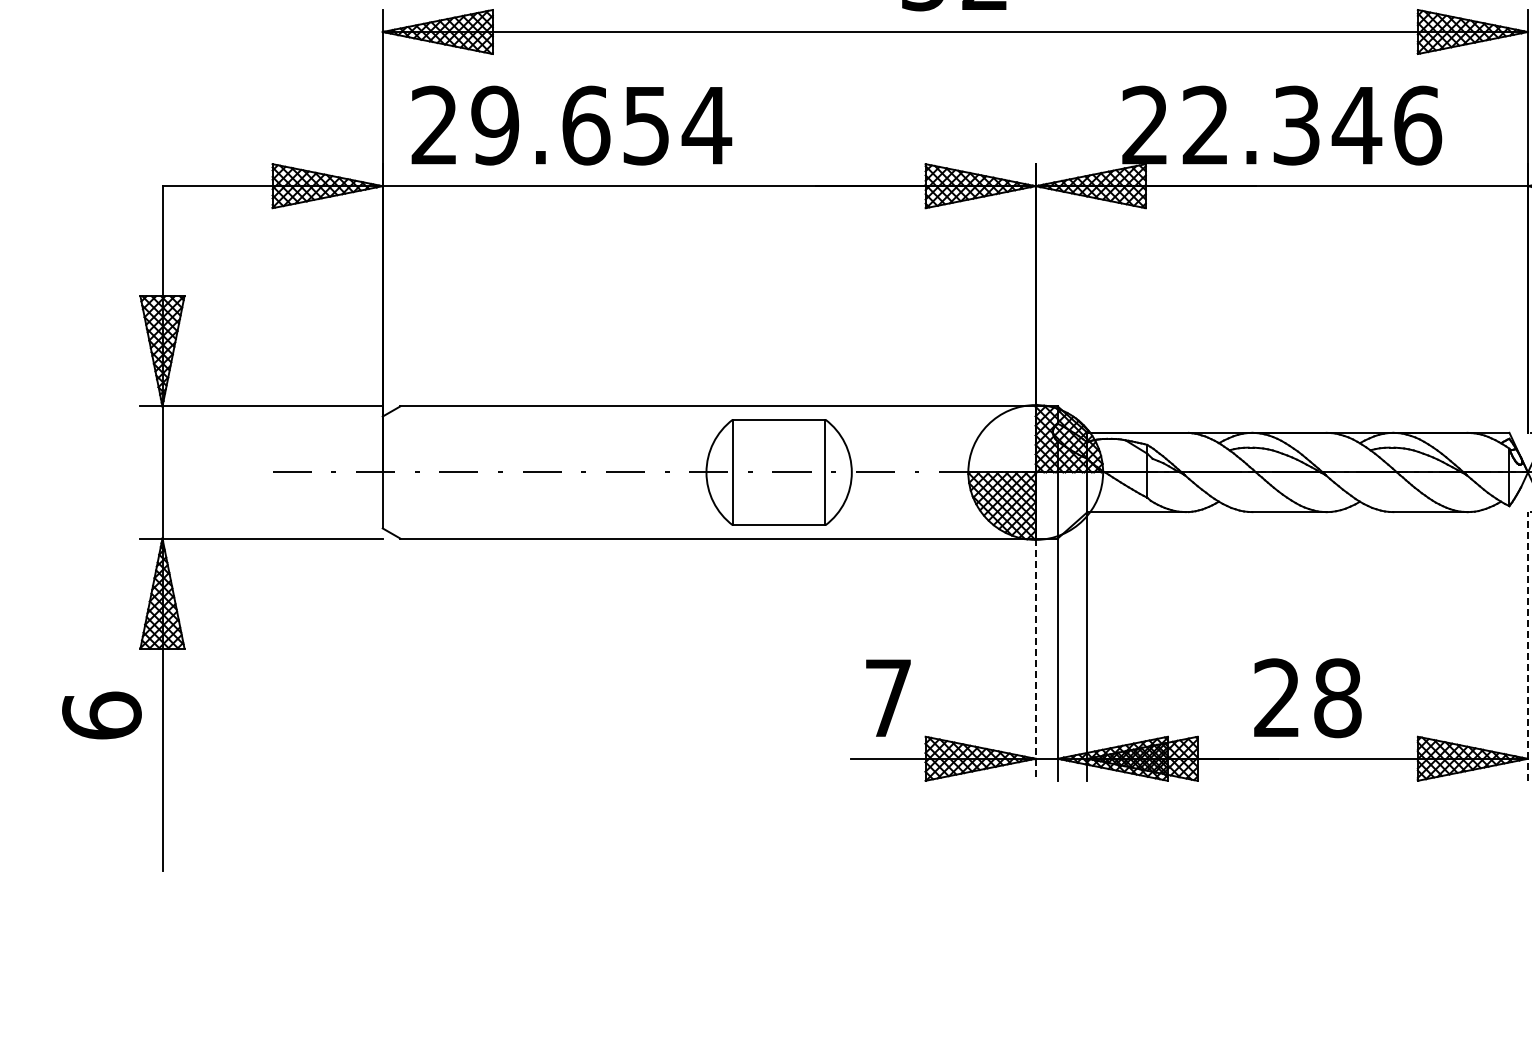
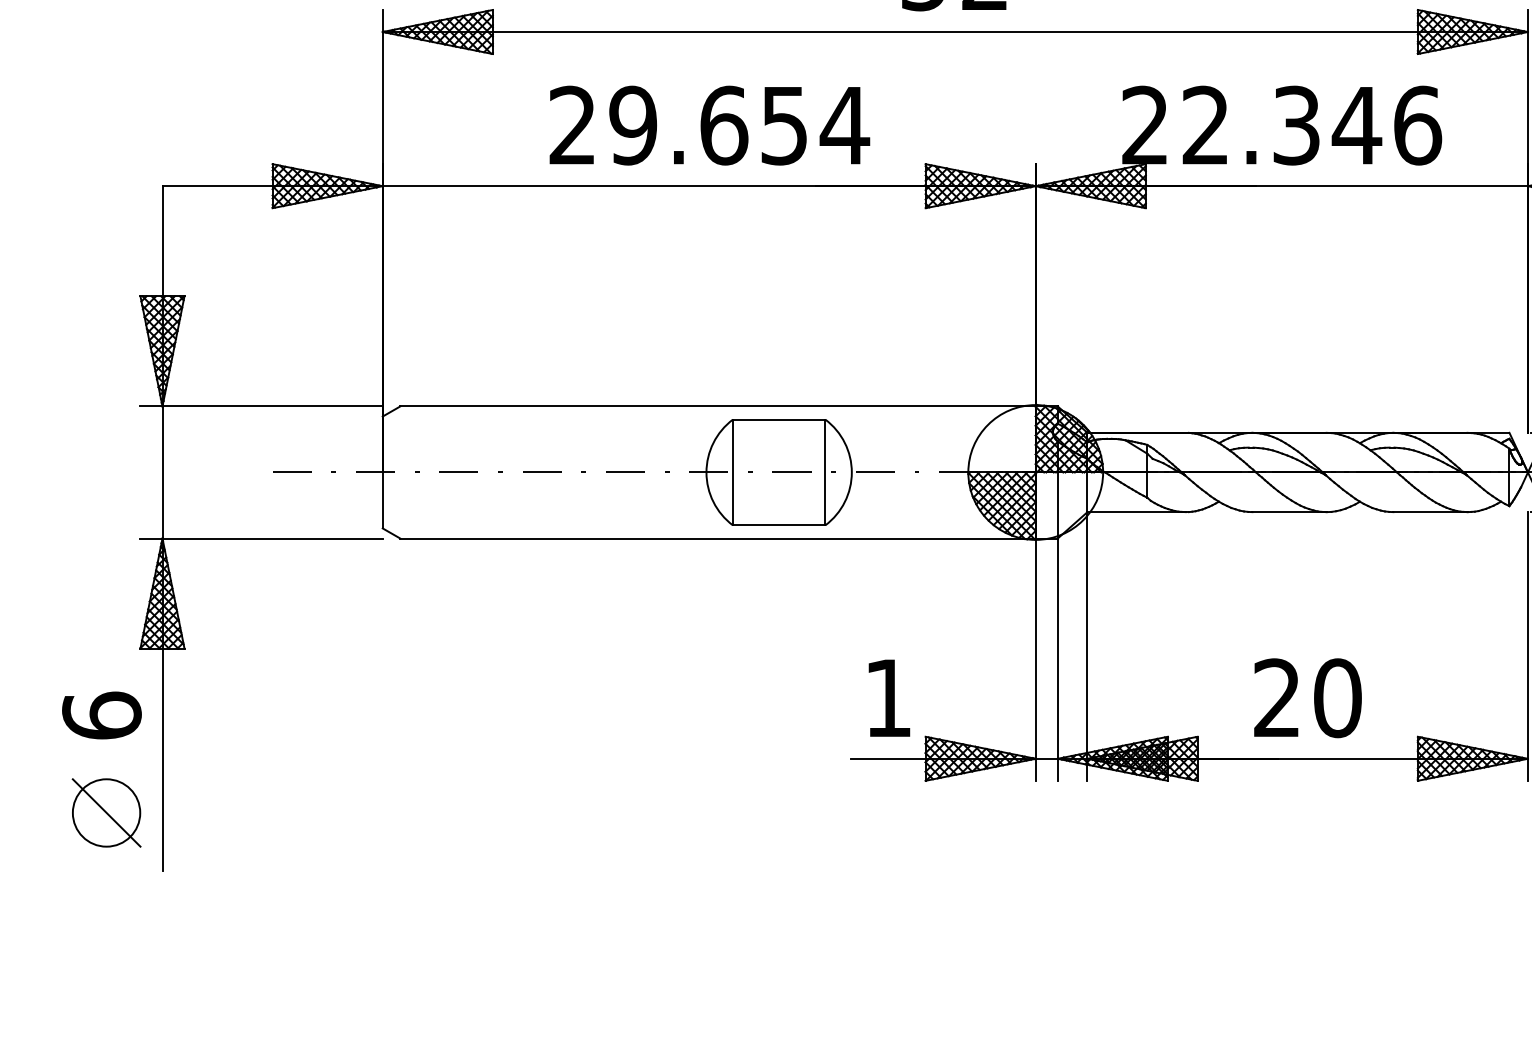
text at (571, 125) position: (571, 125) -> (709, 125)
line at (1527, 645): dashed -> solid
line at (1035, 660): dashed -> solid
text at (888, 697): 7 -> 1
text at (1337, 697): 28 -> 20
part at (106, 812): none -> present
